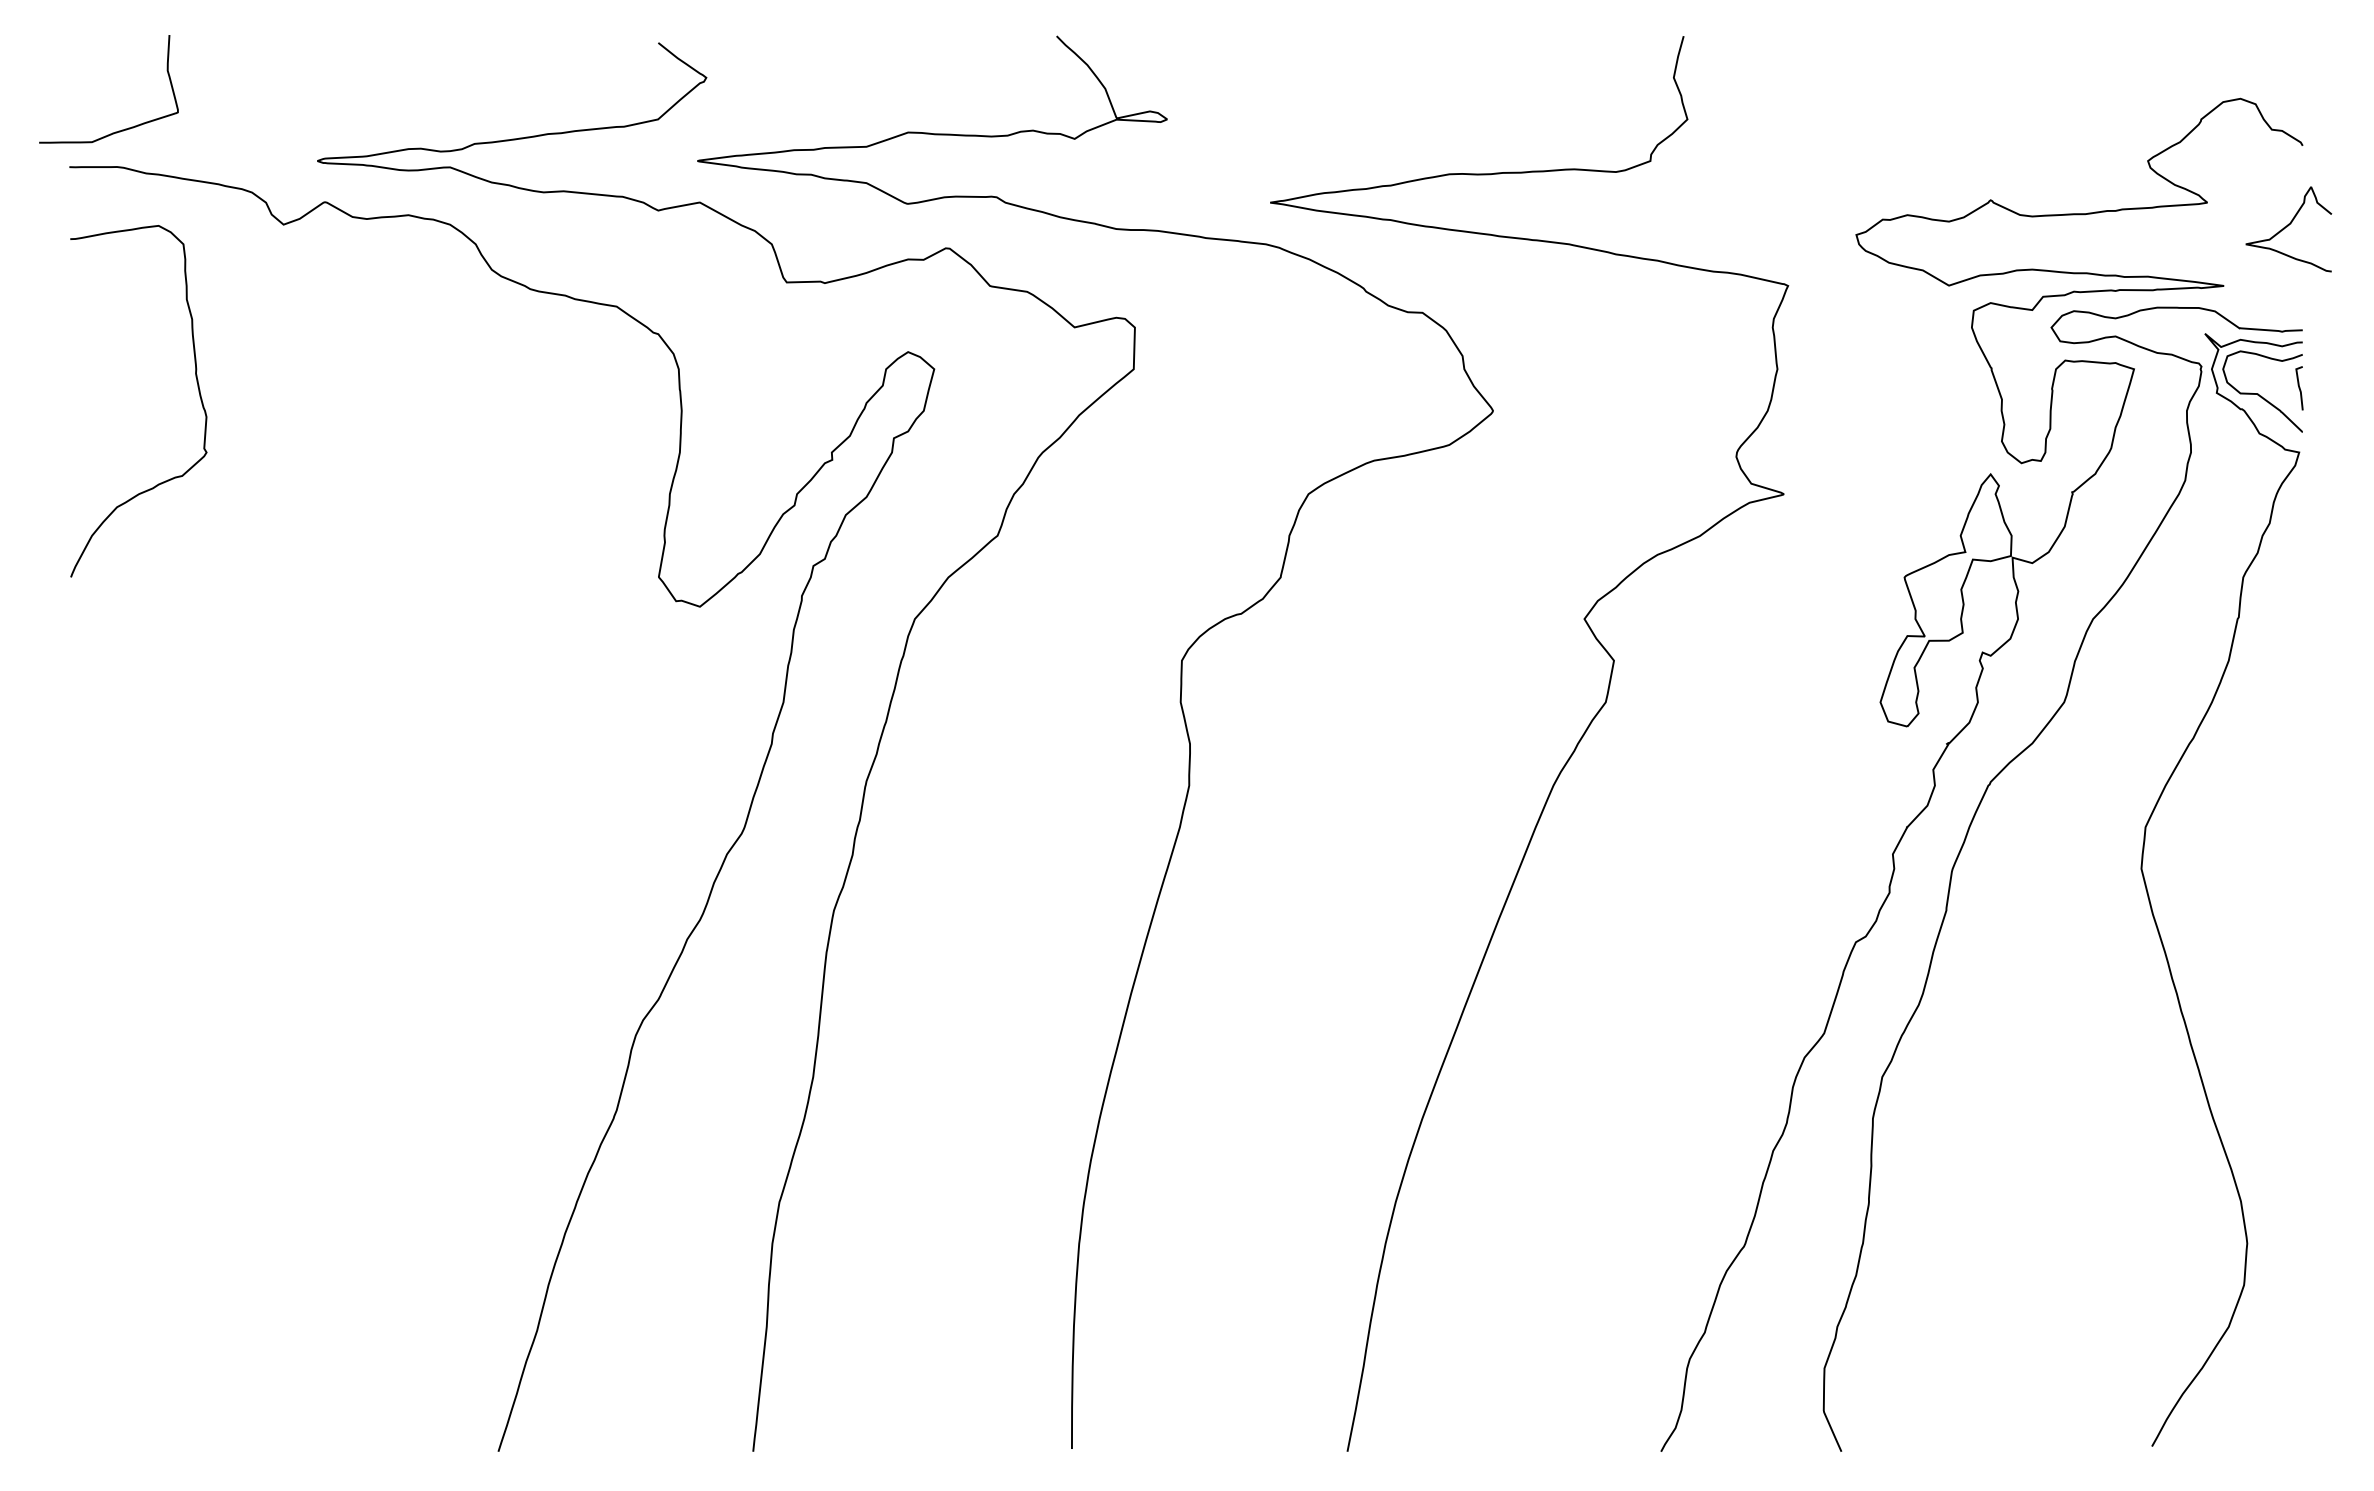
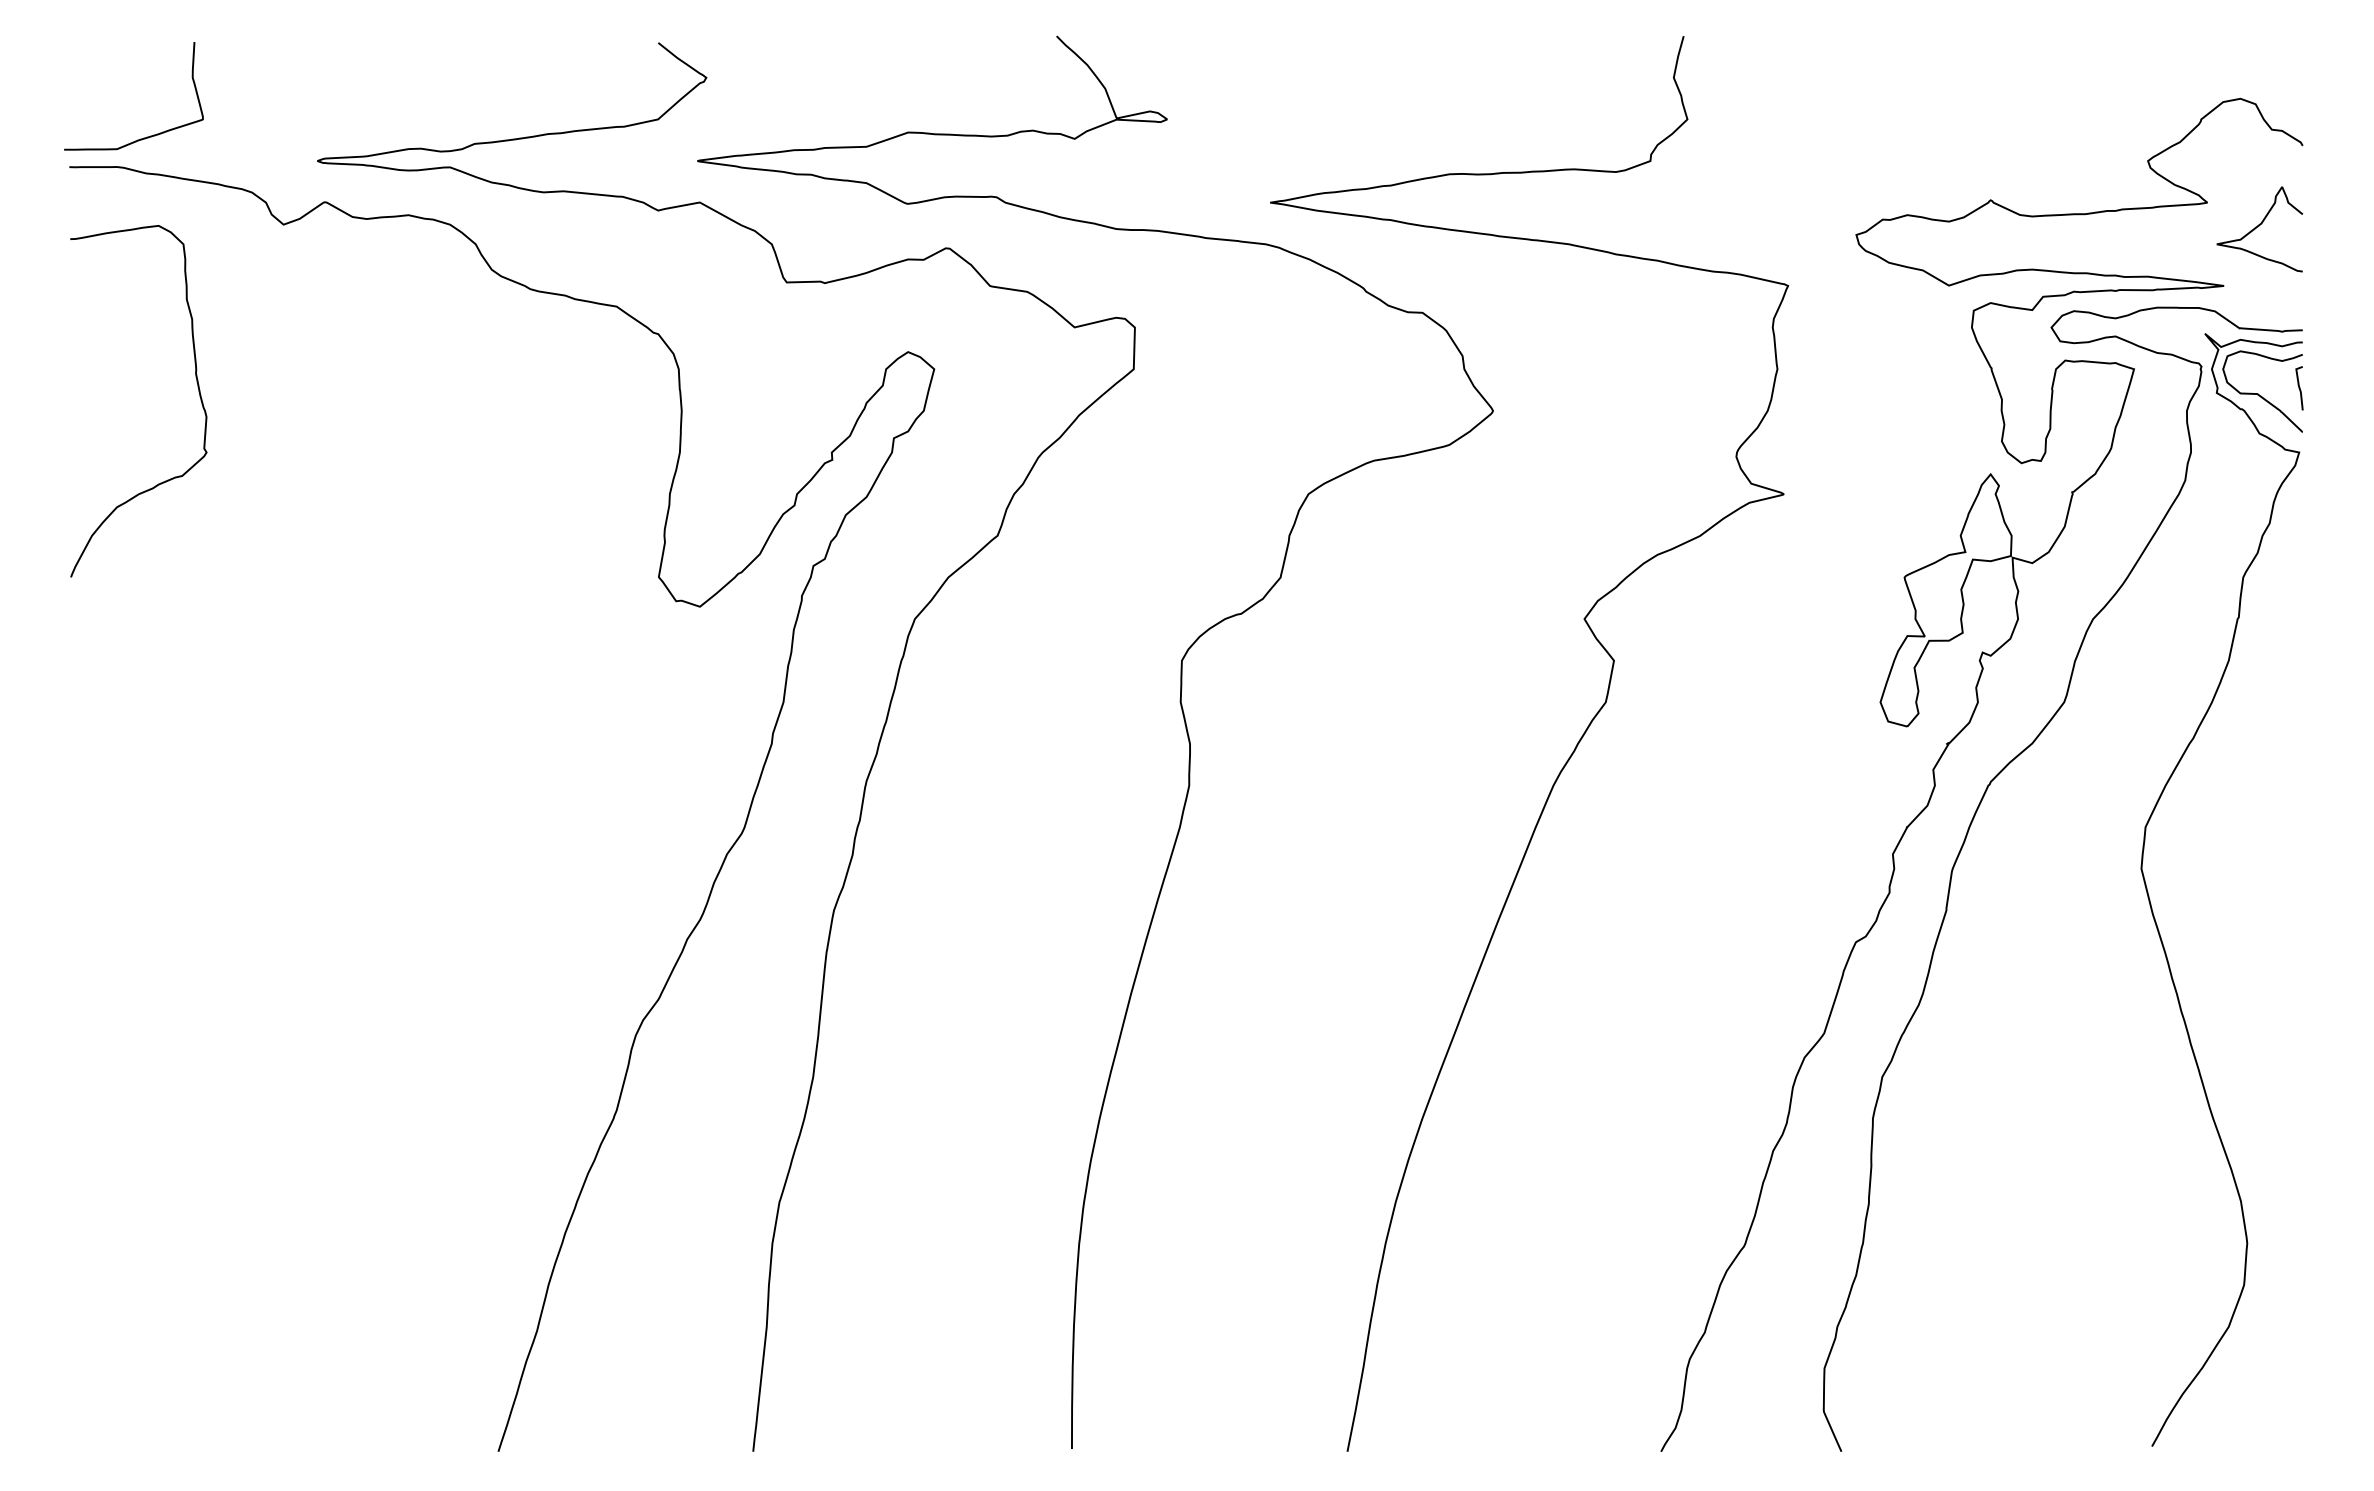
curve at (118, 130) position: (118, 130) -> (143, 137)
curve at (2286, 227) position: (2286, 227) -> (2257, 227)
